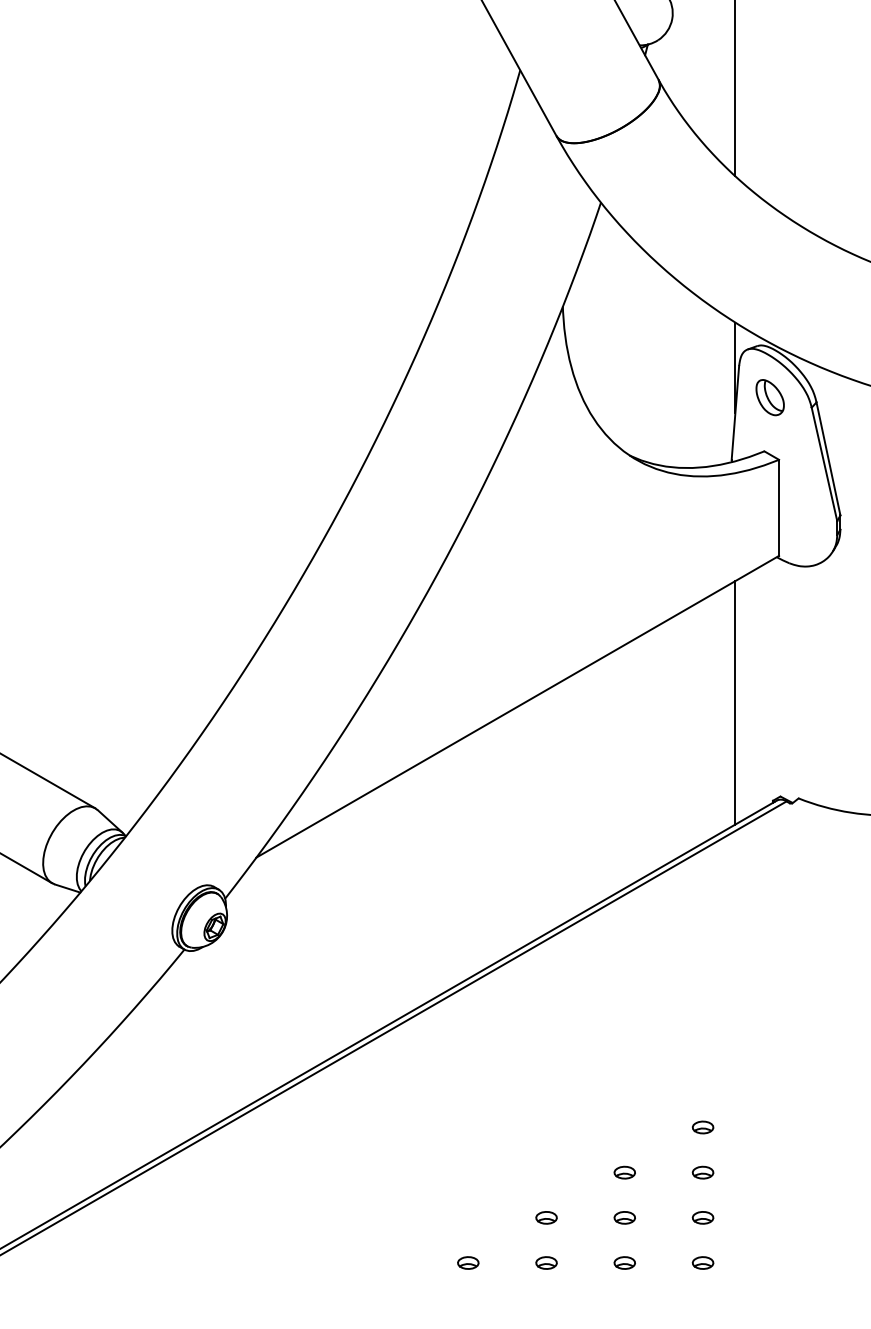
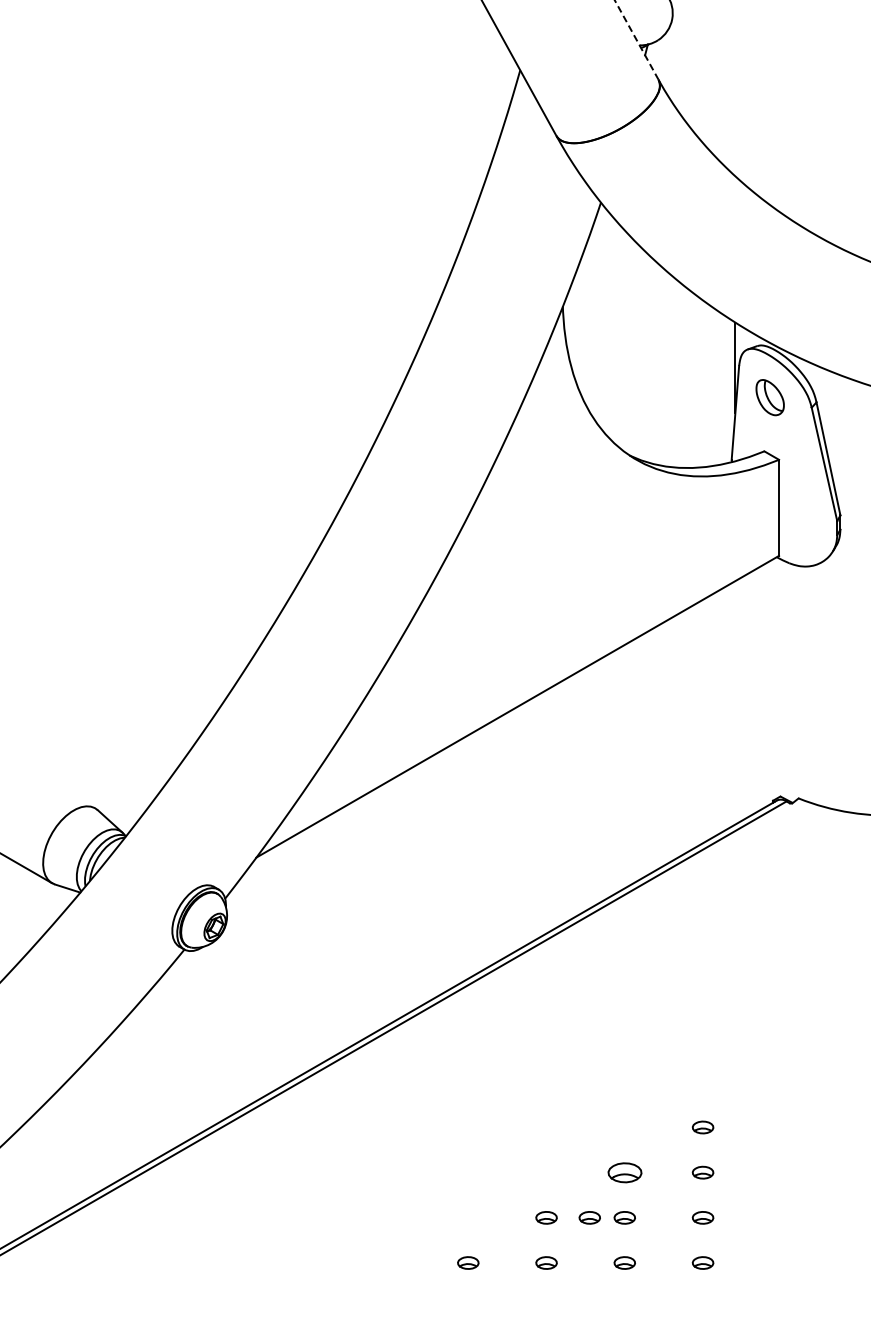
line at (636, 39): solid -> dashed
line at (735, 89): present -> none
line at (735, 702): present -> none
line at (48, 781): present -> none
part at (624, 1172) size: 23x15 px -> 36x22 px
part at (589, 1217): none -> present
